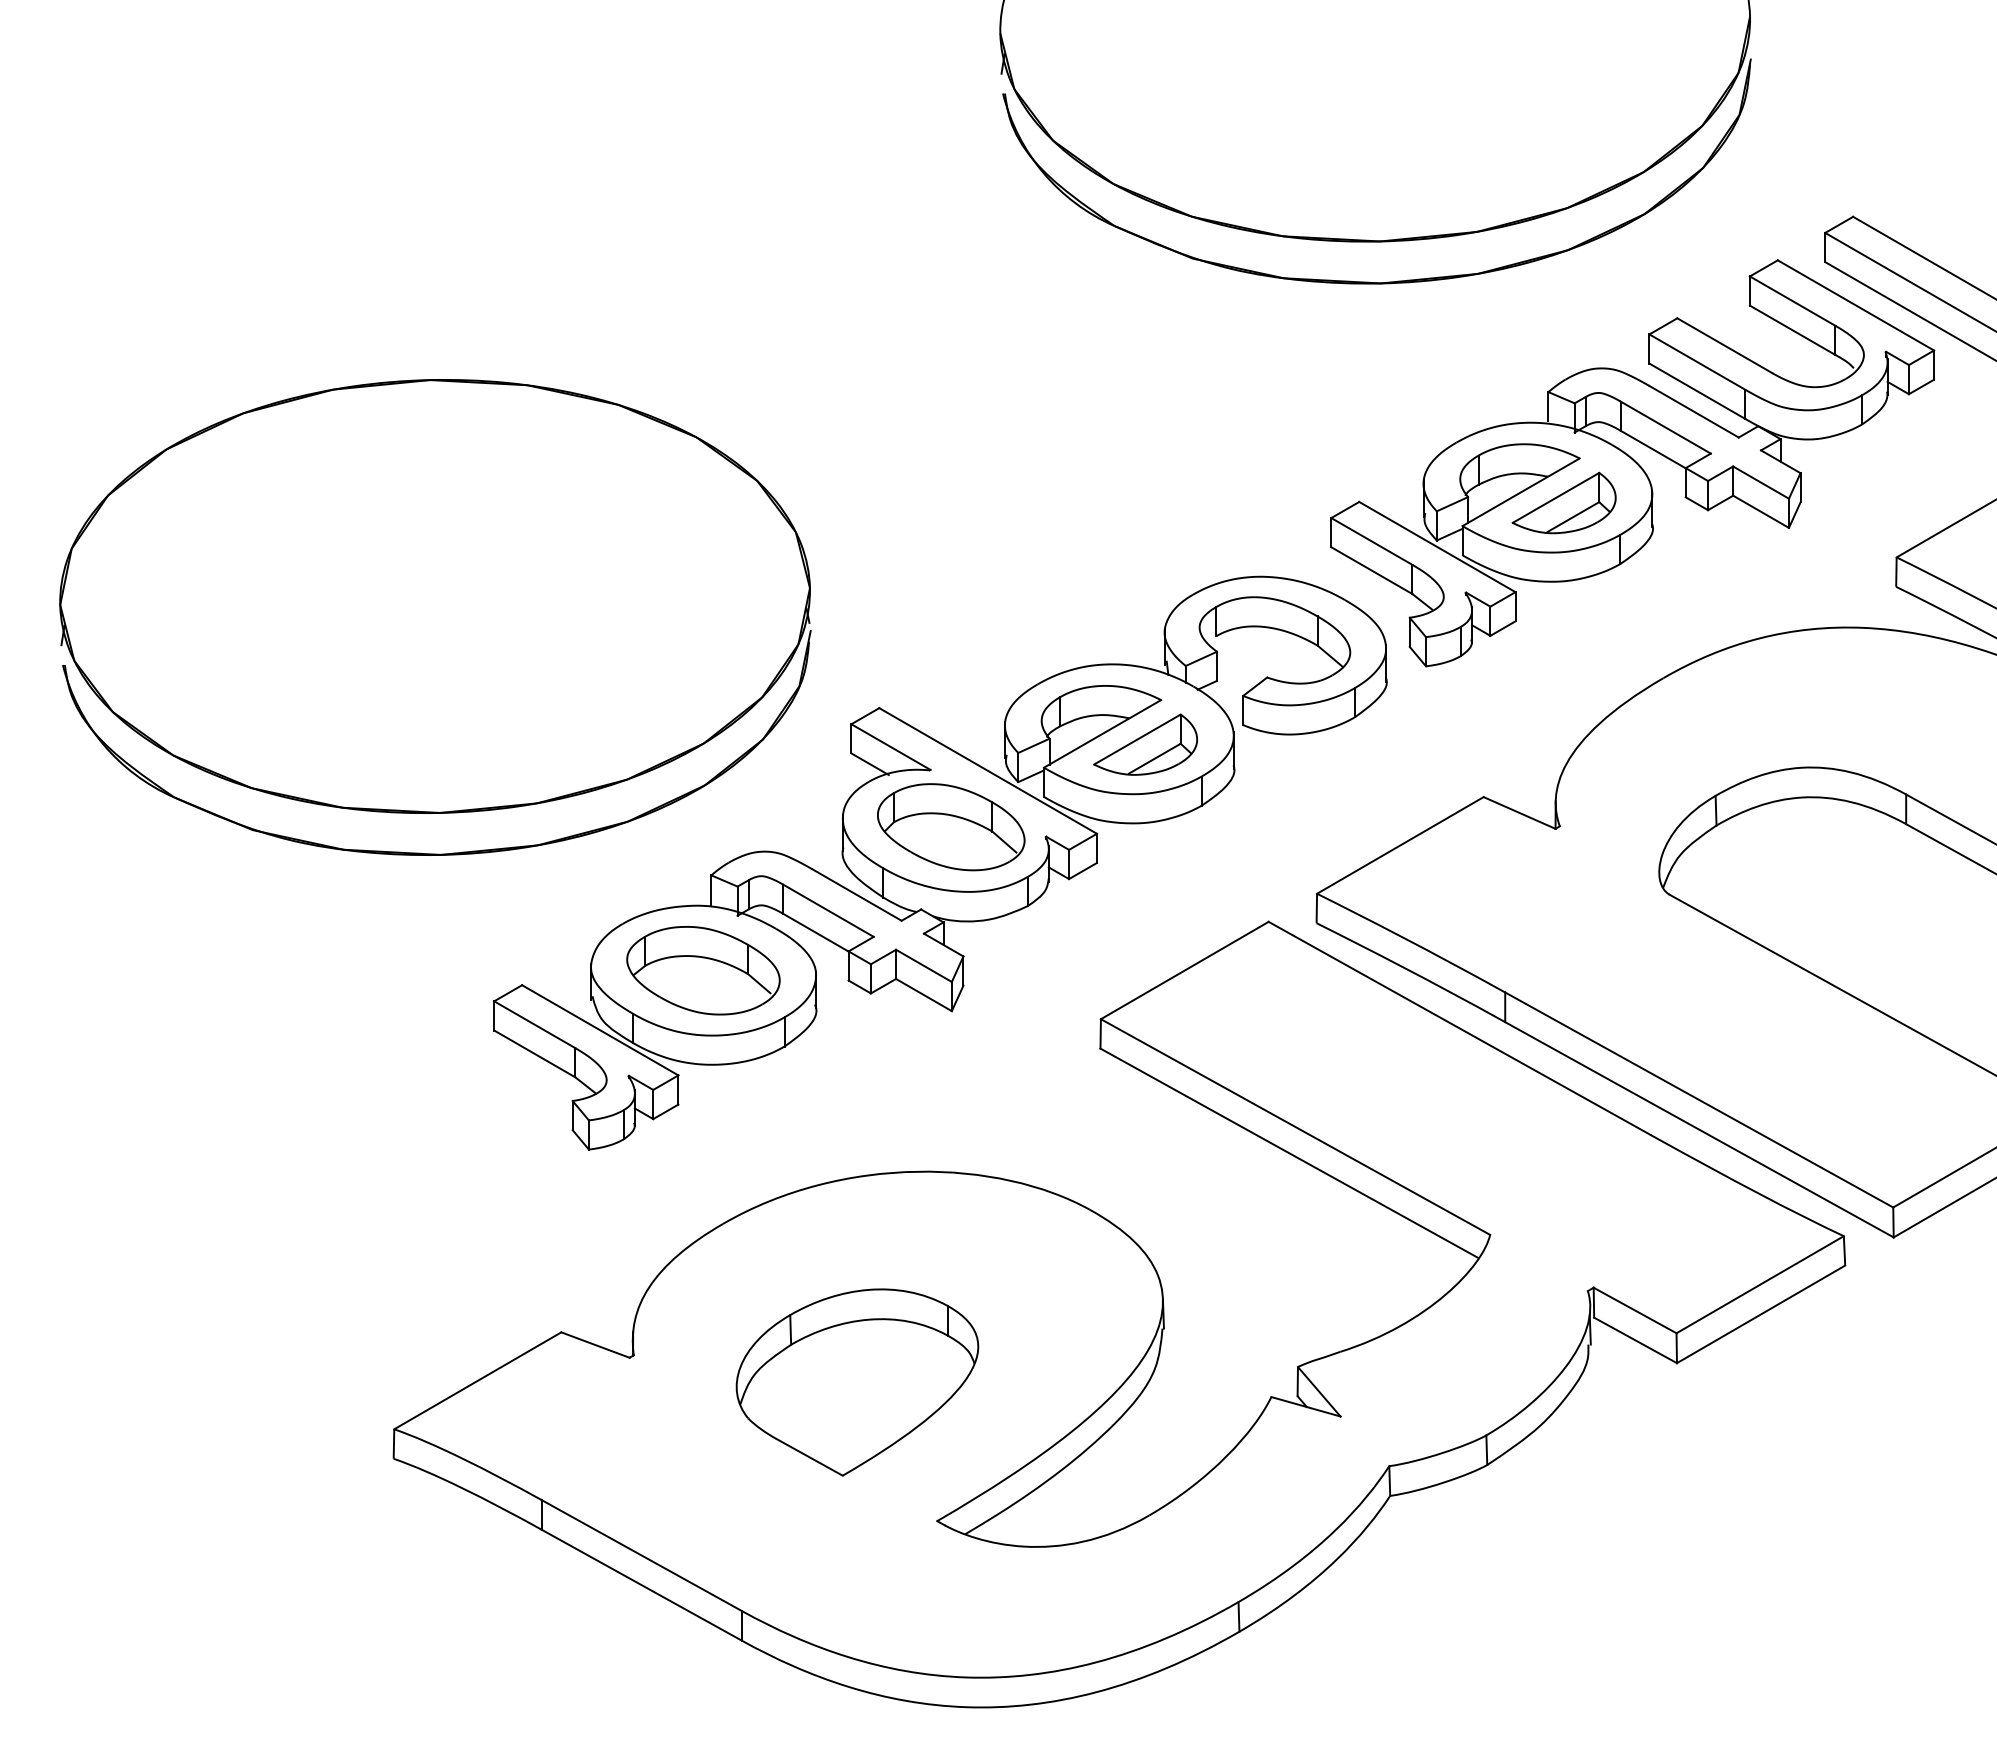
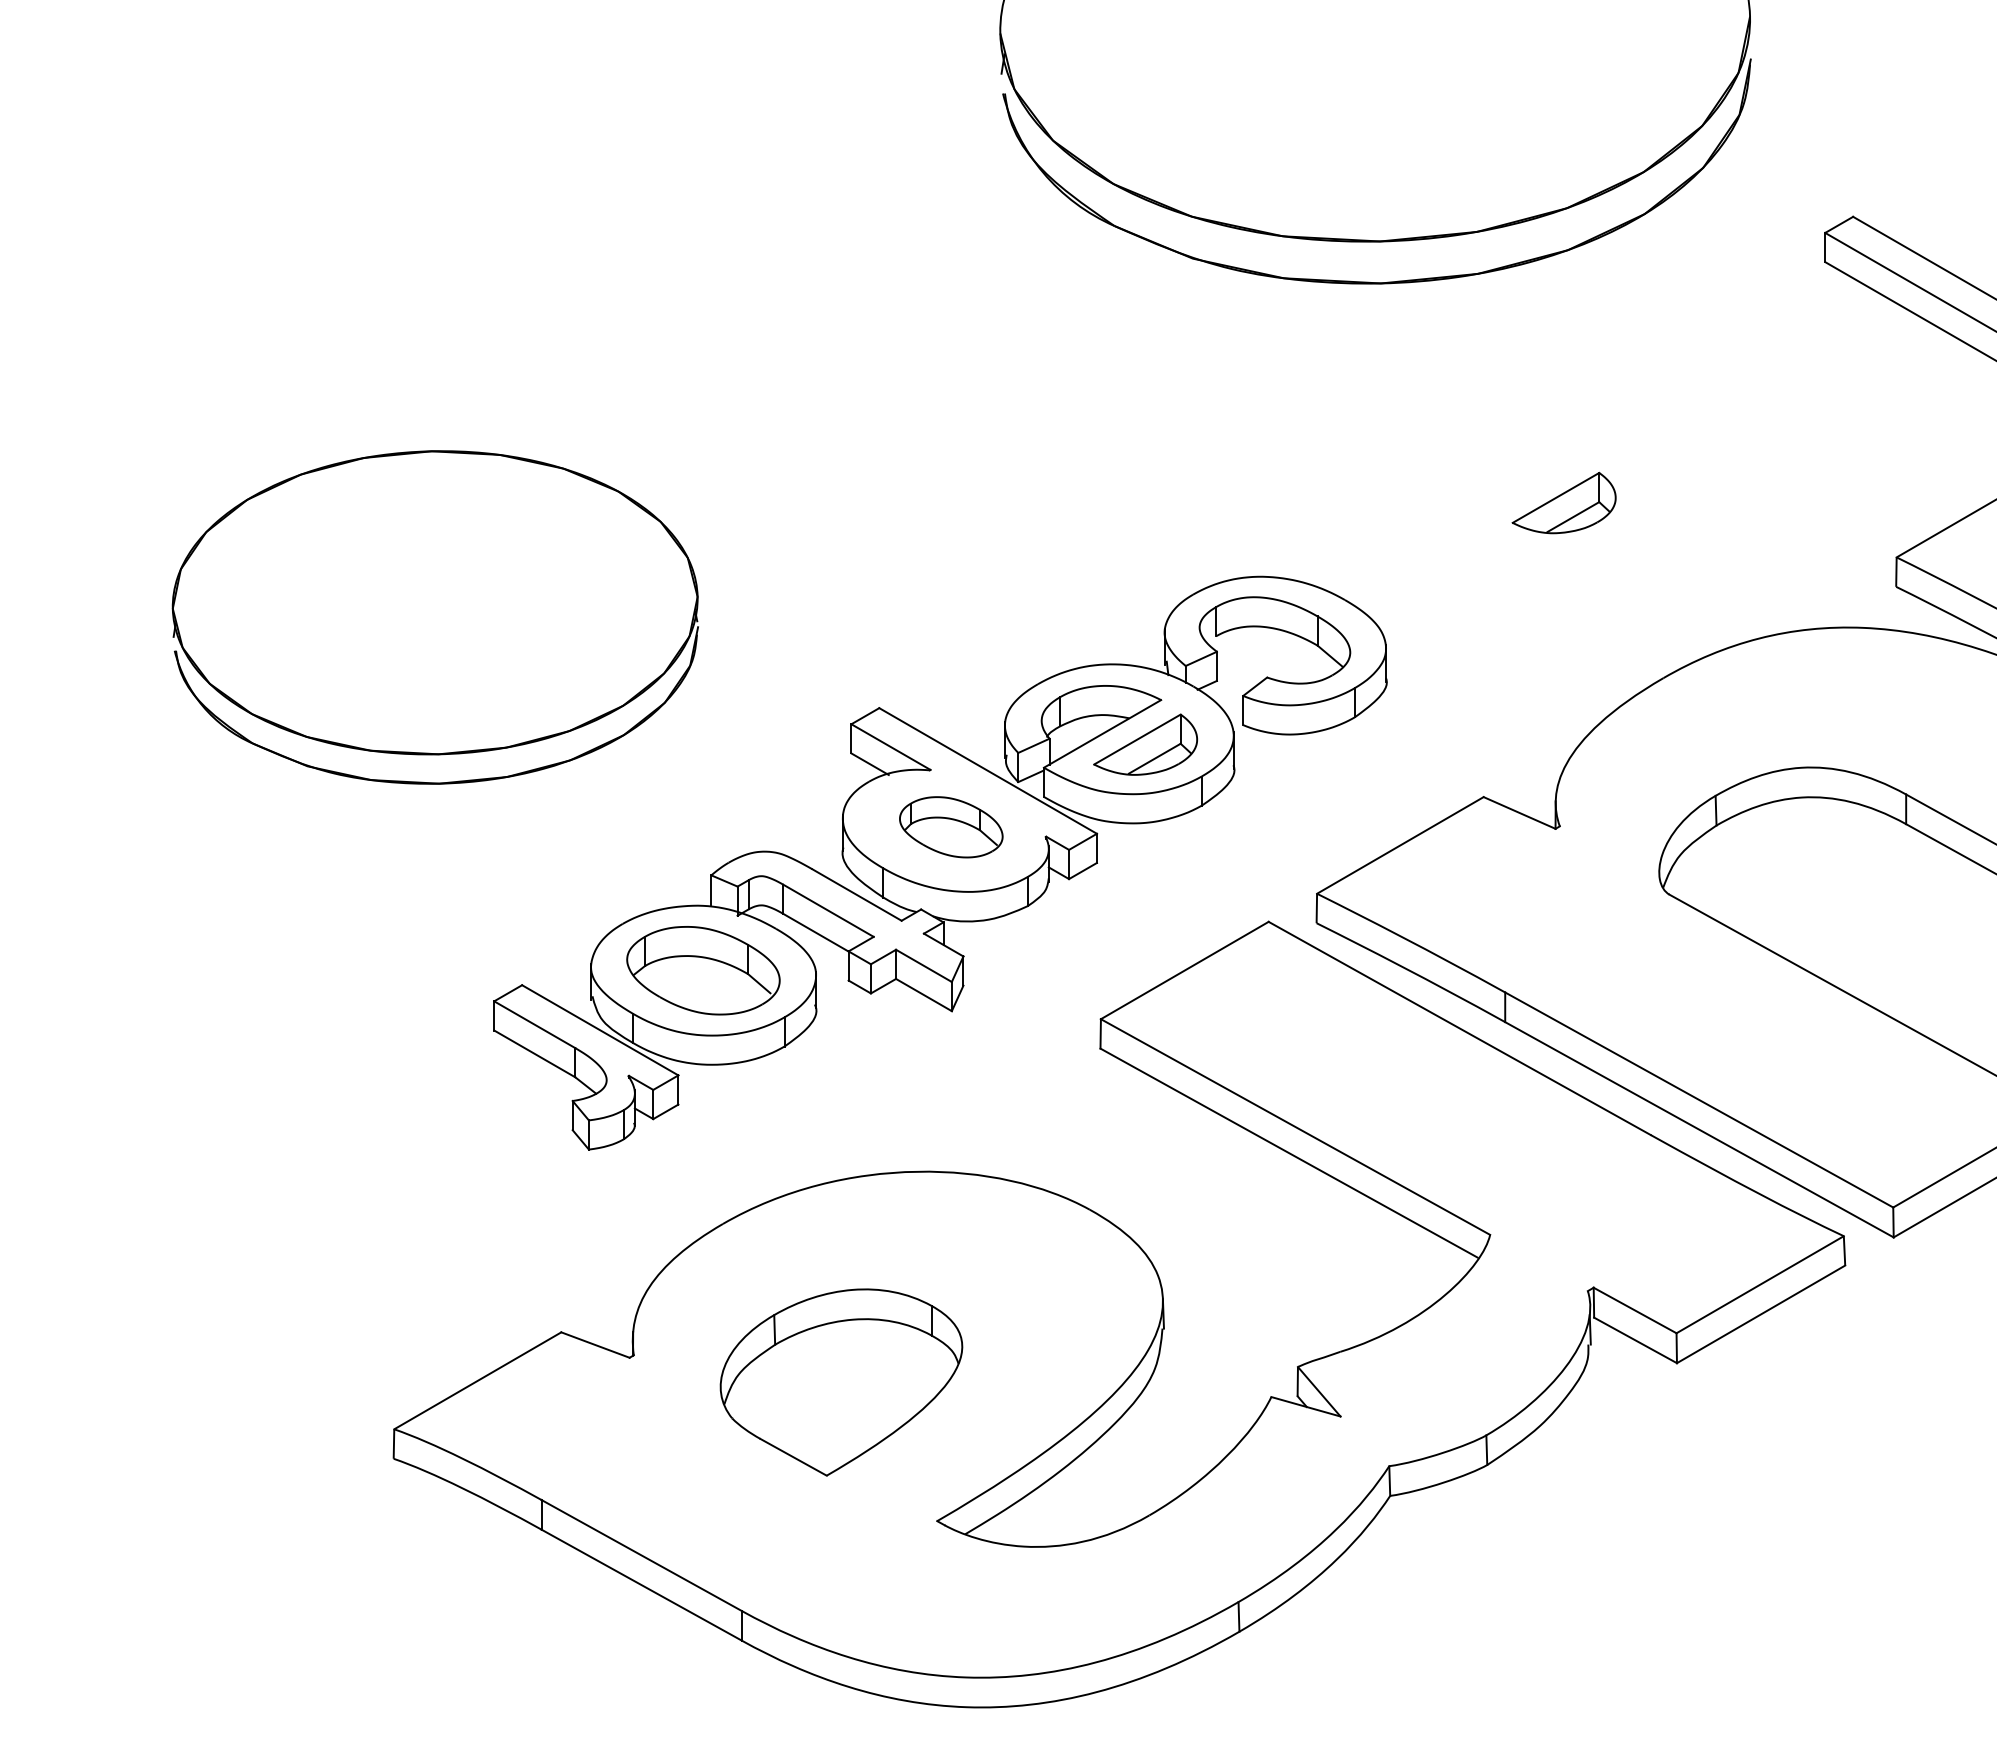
part at (1632, 463): present -> none
part at (435, 617) size: 753x477 px -> 528x335 px
part at (951, 827) size: 149x89 px -> 105x63 px
part at (857, 1382) position: (857, 1382) -> (841, 1382)
